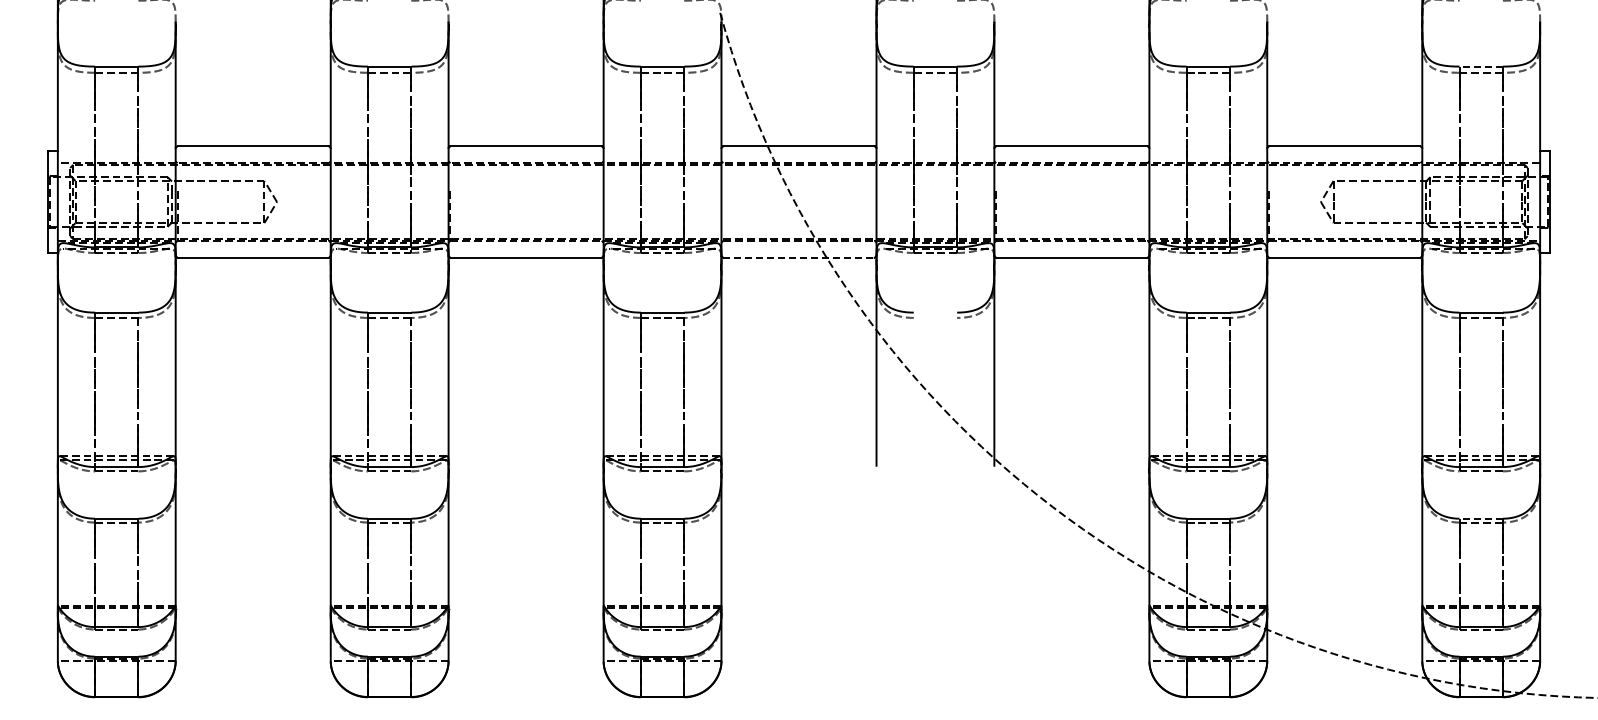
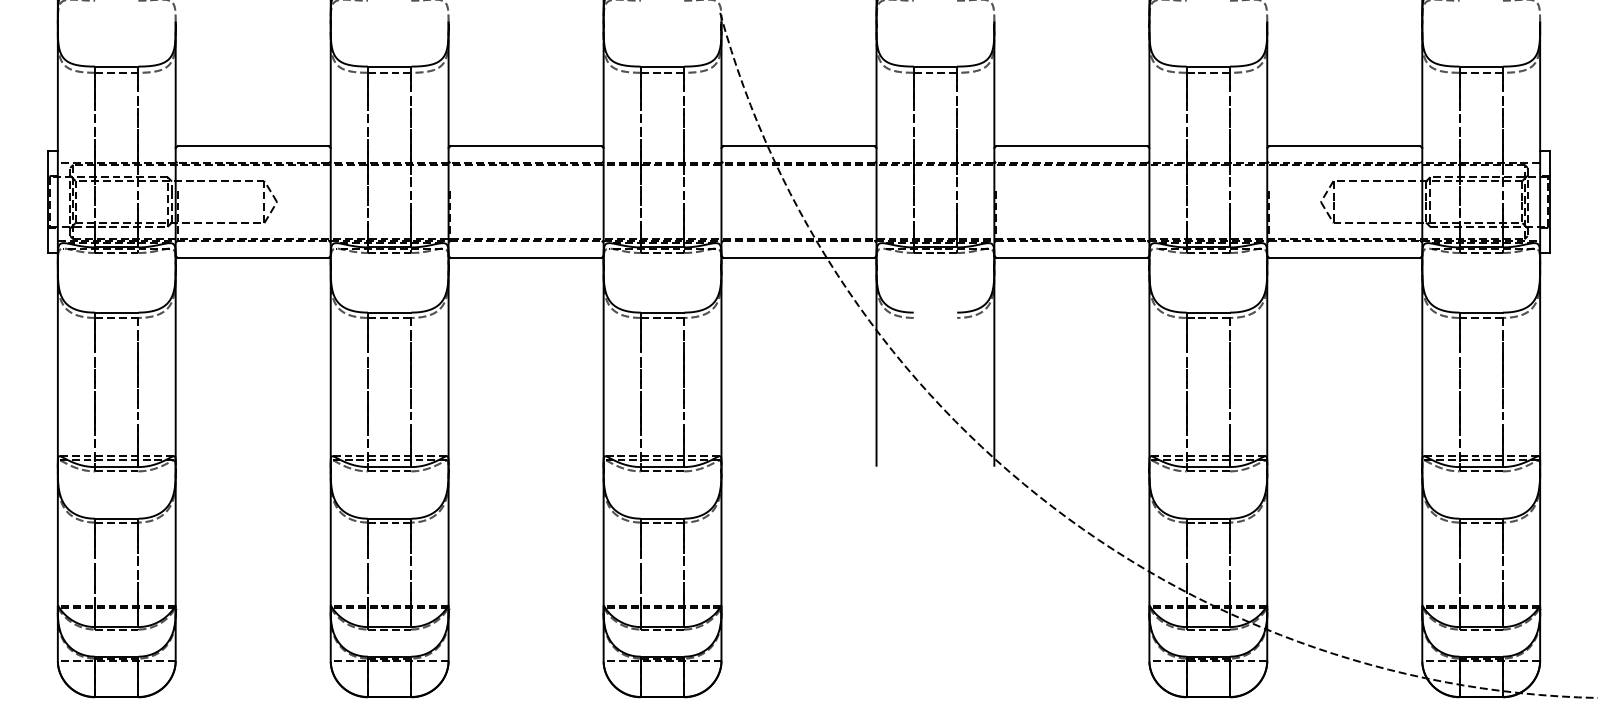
line at (1481, 66): dashed -> solid
line at (799, 257): dashed -> solid
line at (1481, 518): dashed -> solid
